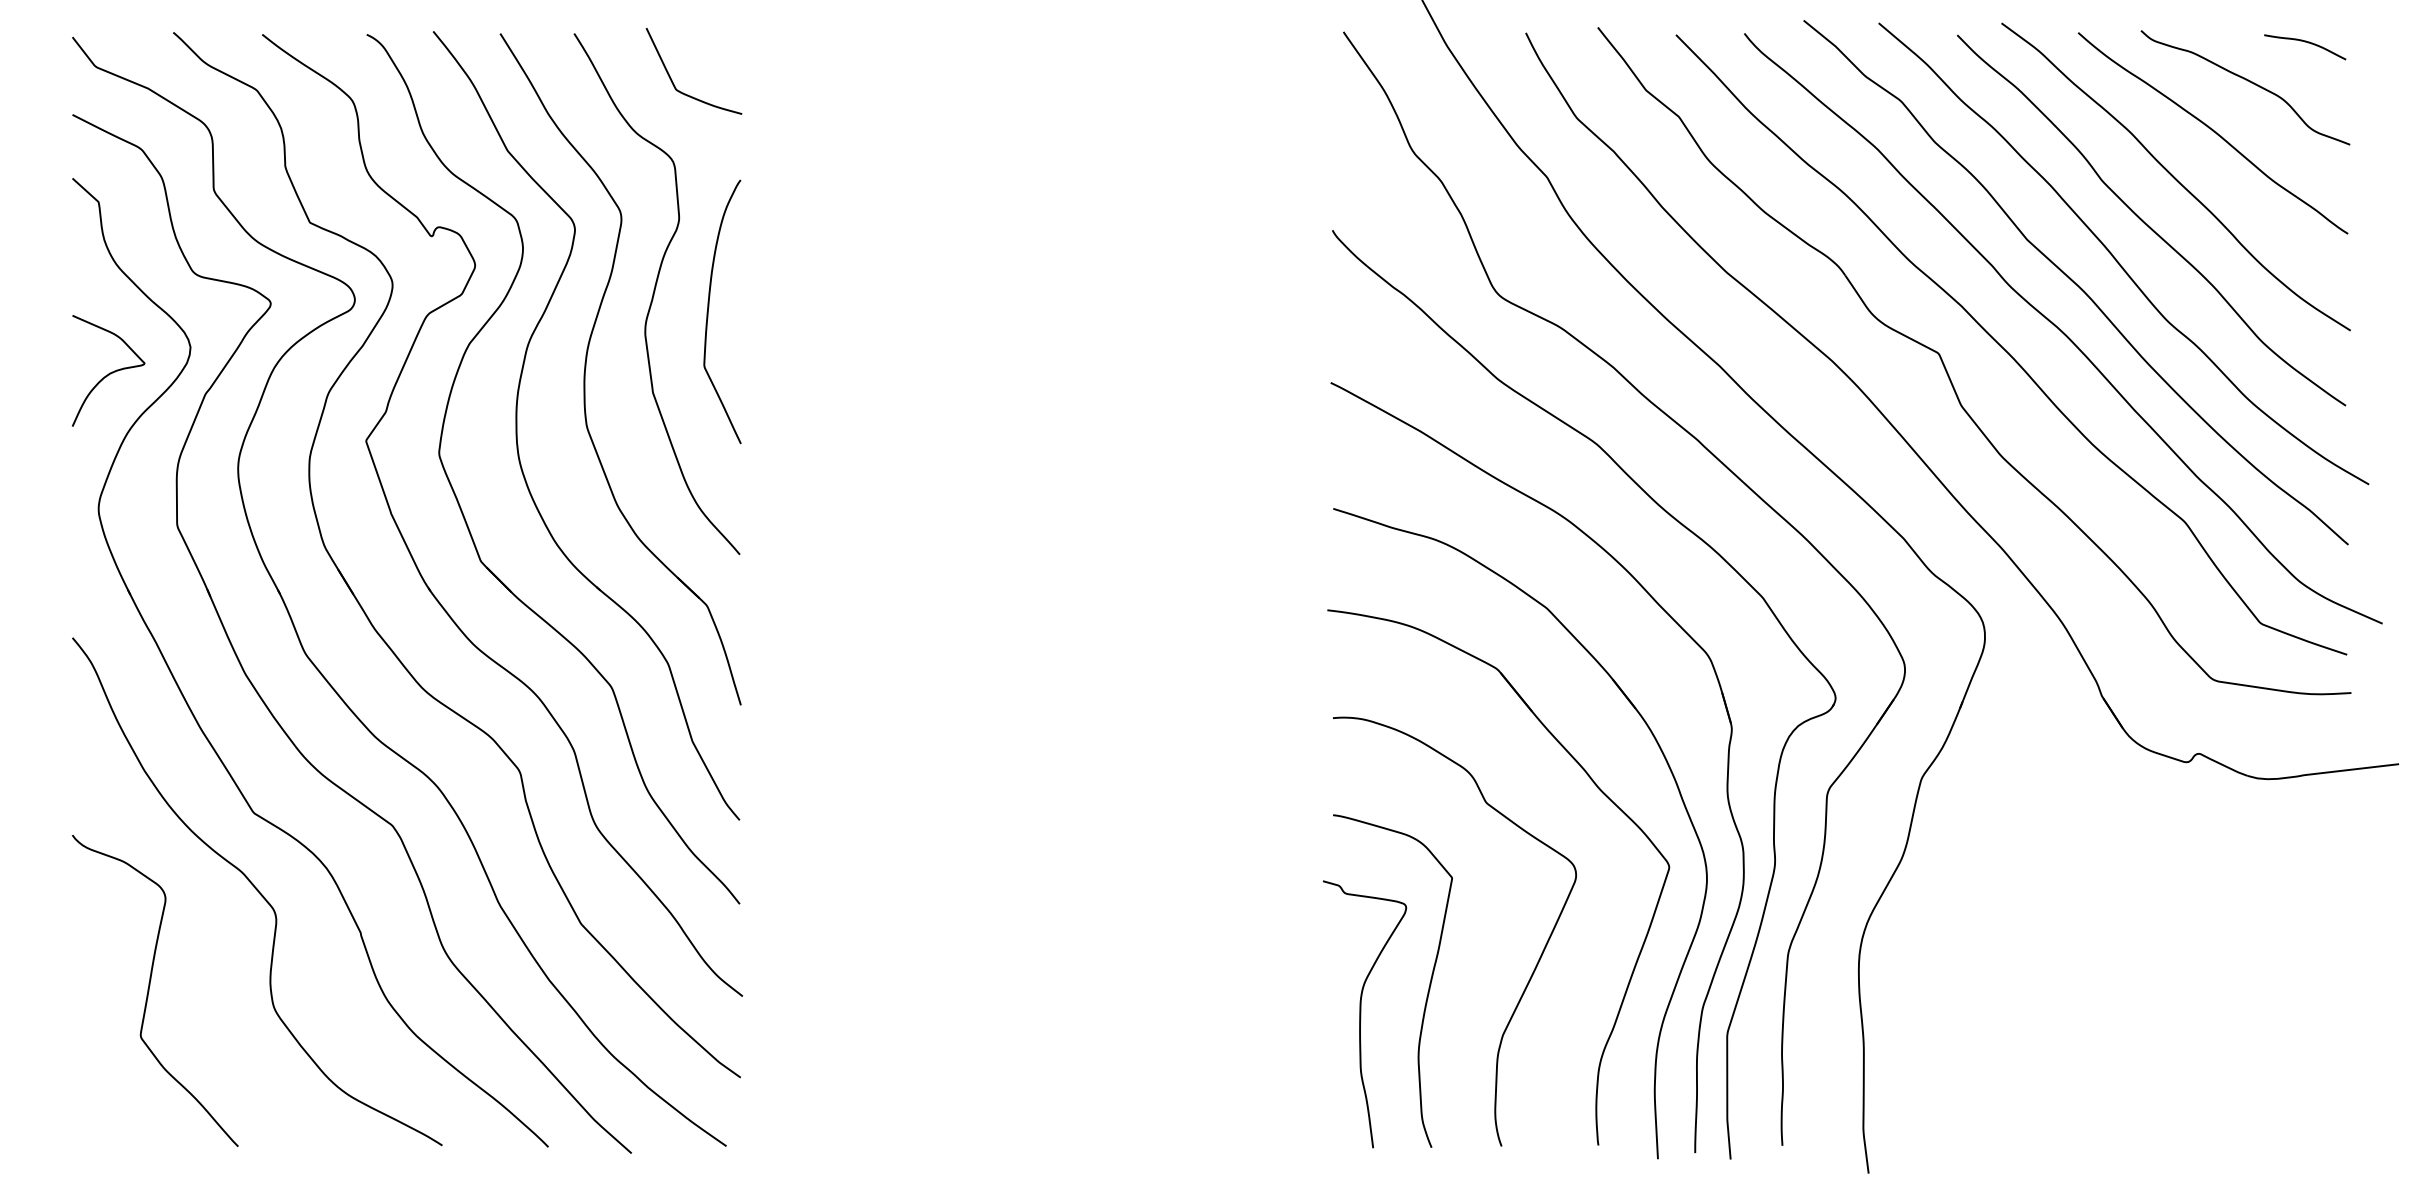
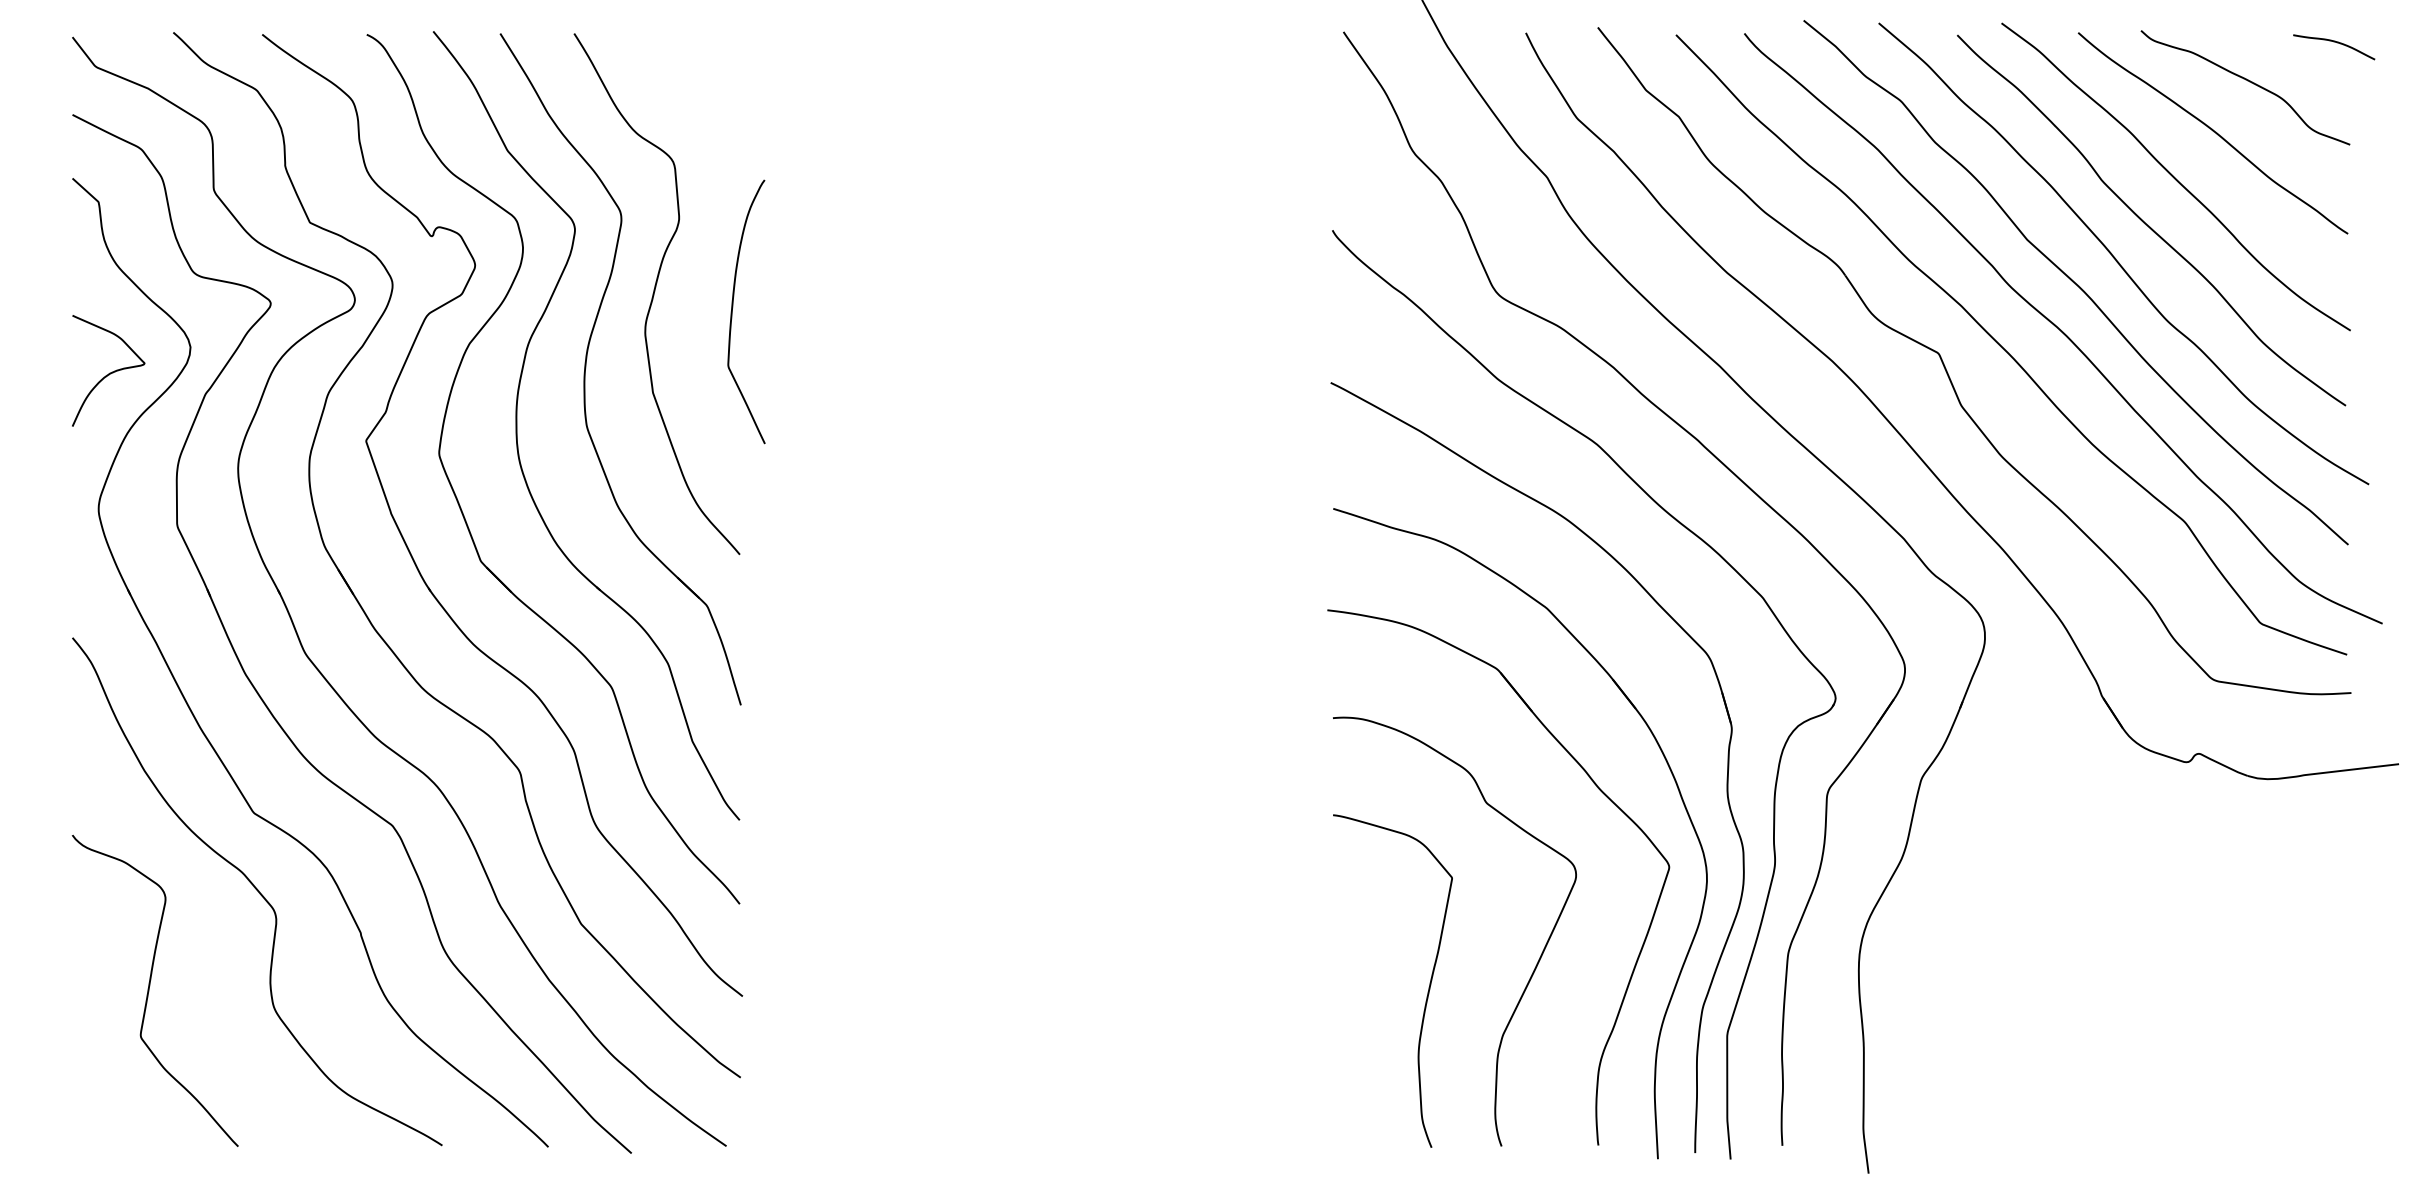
curve at (2305, 42) position: (2305, 42) -> (2334, 42)
curve at (671, 77): present -> none
curve at (709, 307) position: (709, 307) -> (733, 307)
curve at (1361, 1014): present -> none
